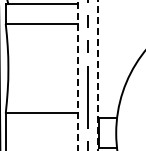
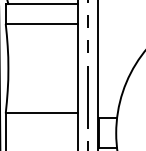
line at (77, 75): dashed -> solid
line at (97, 75): dashed -> solid
